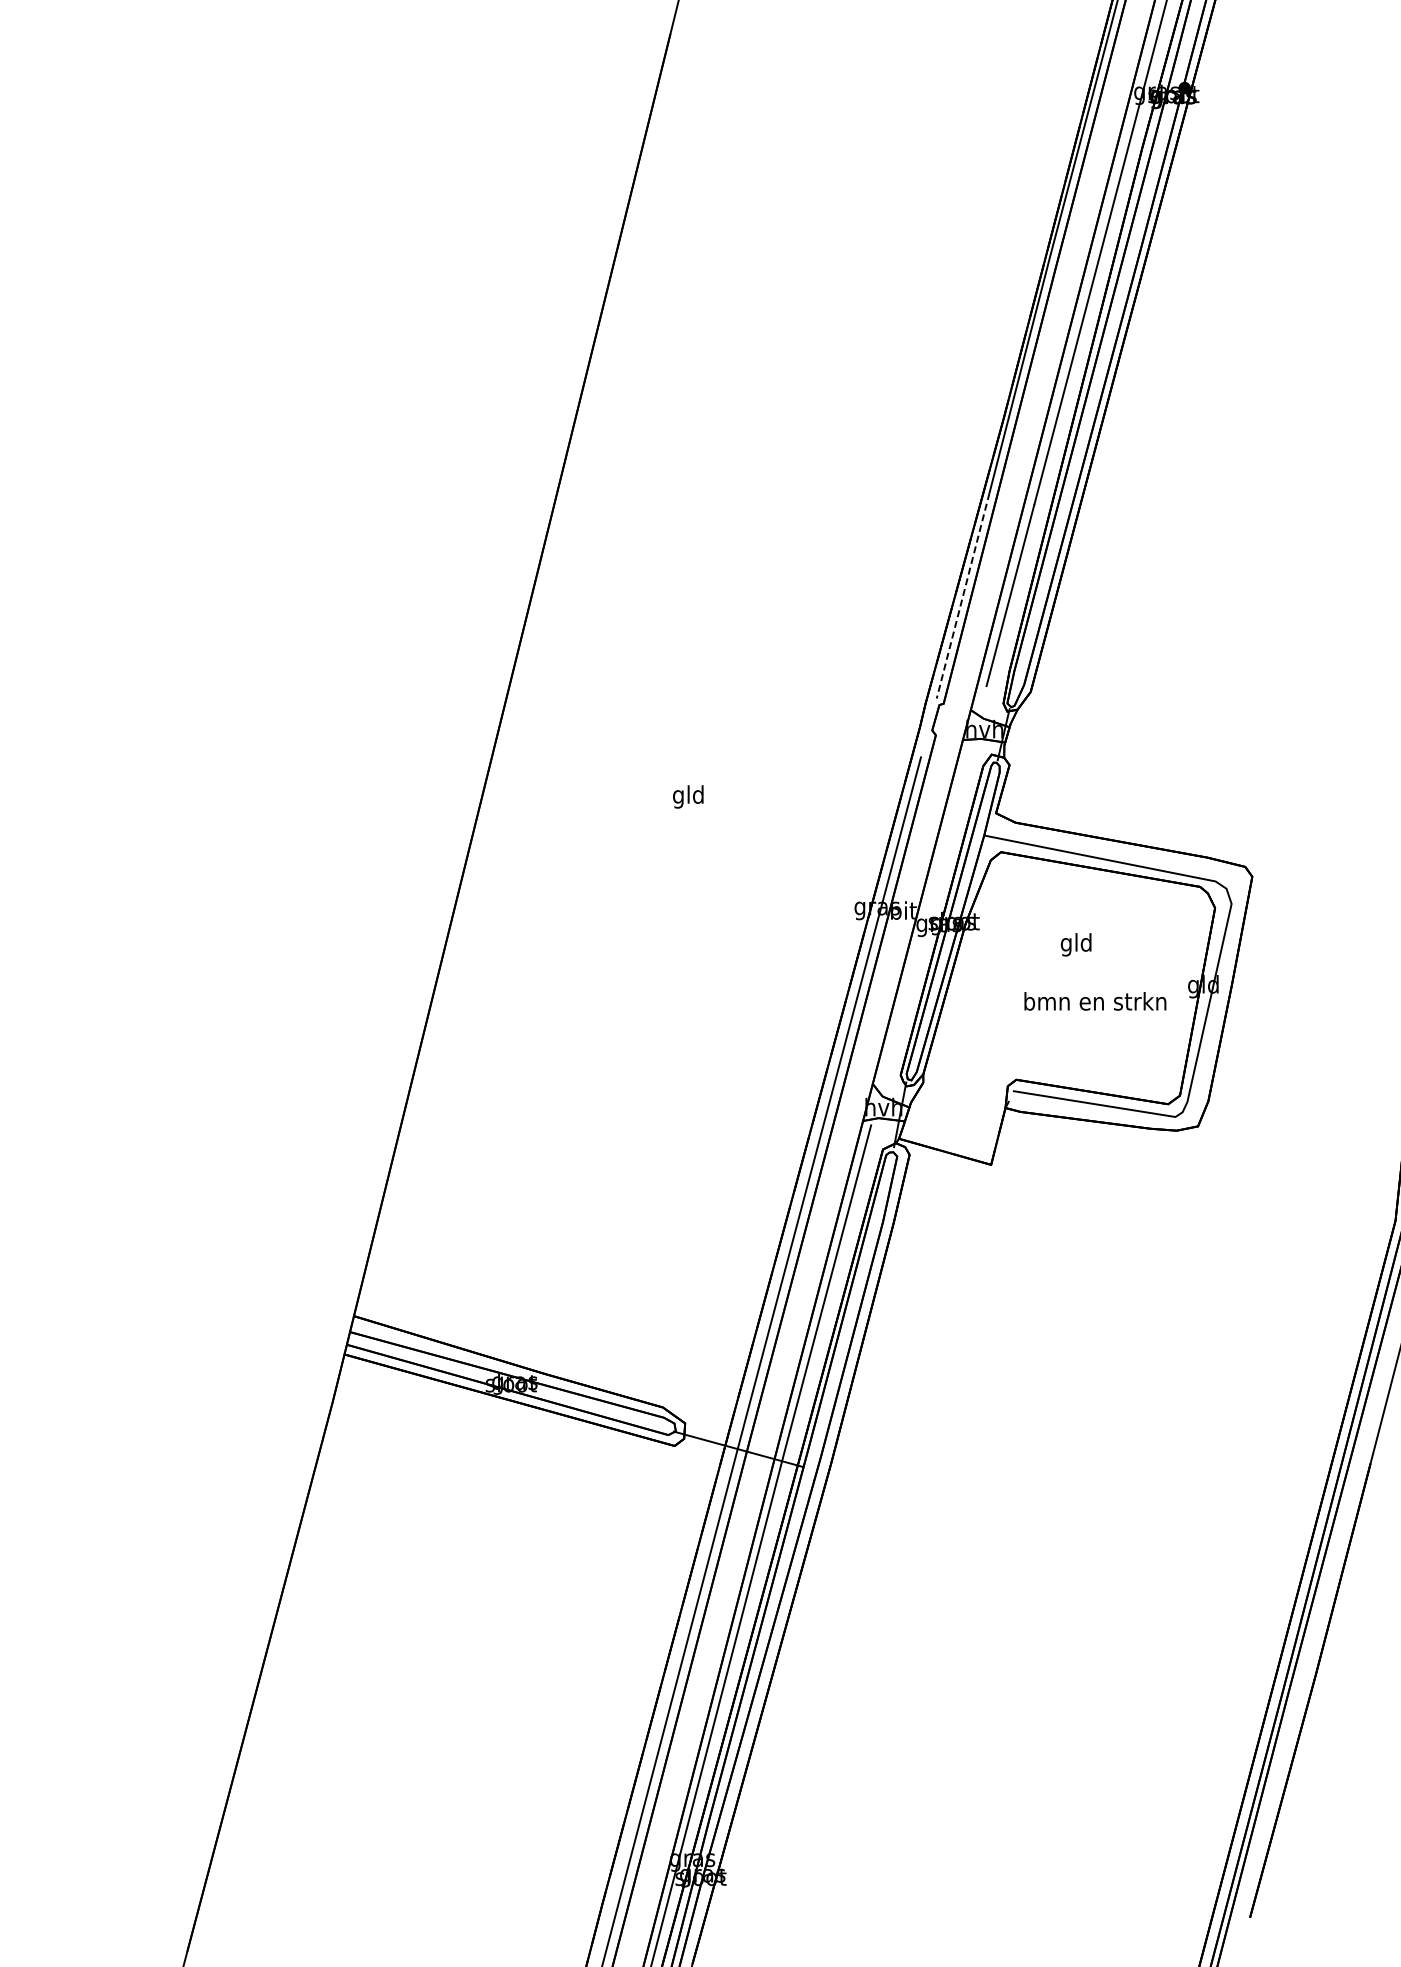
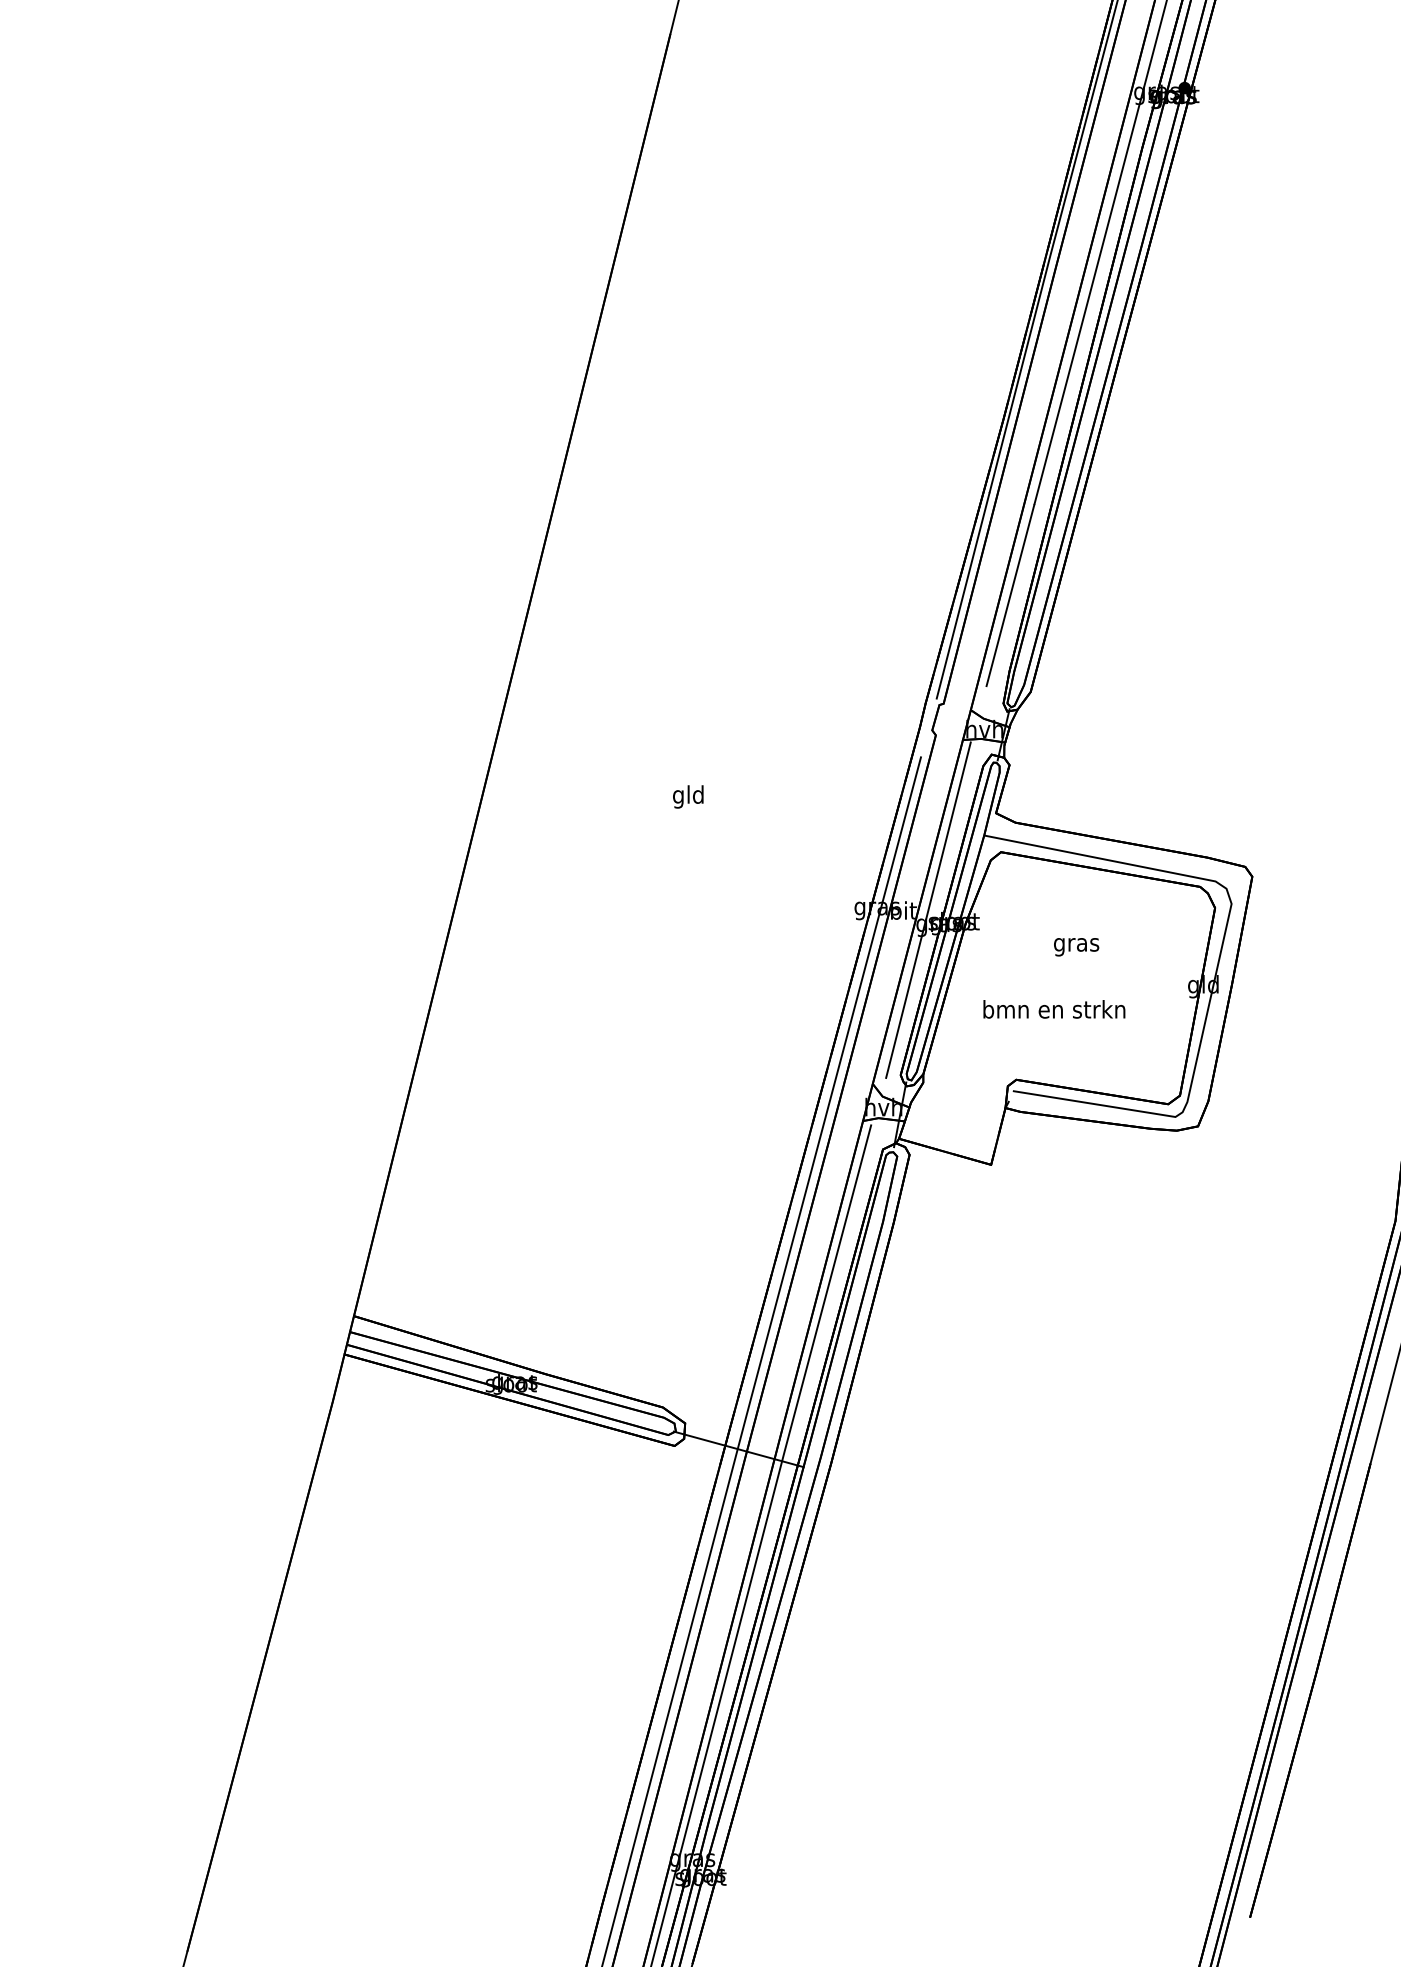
line at (962, 596): dashed -> solid
line at (928, 909): none -> present
text at (1076, 944): gld -> gras
text at (1095, 1001) position: (1095, 1001) -> (1054, 1009)
